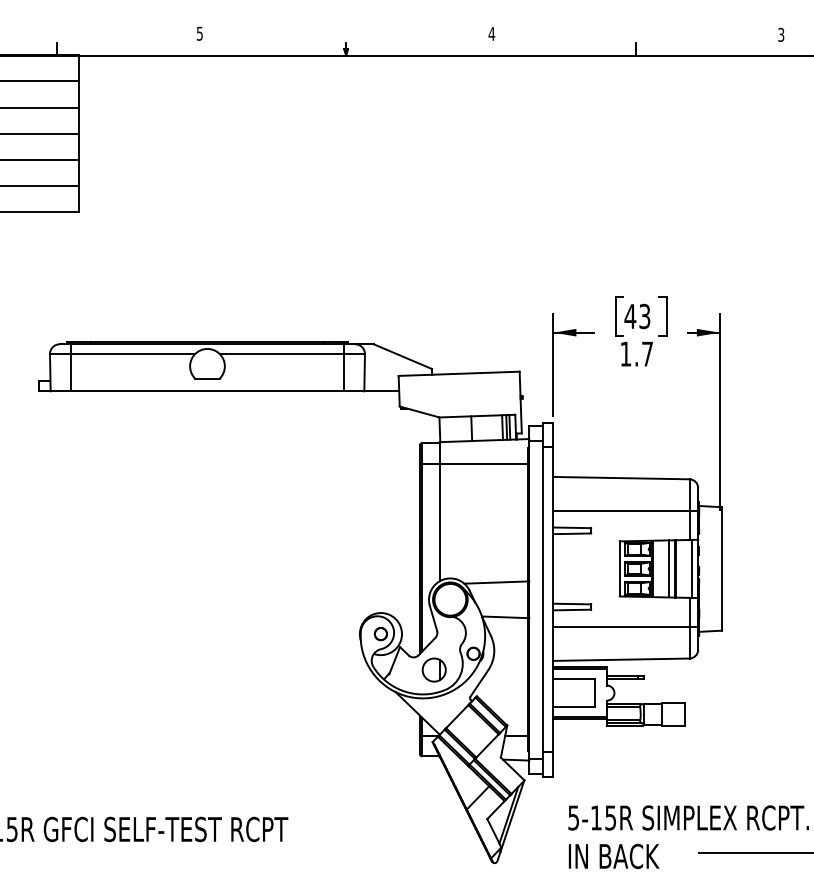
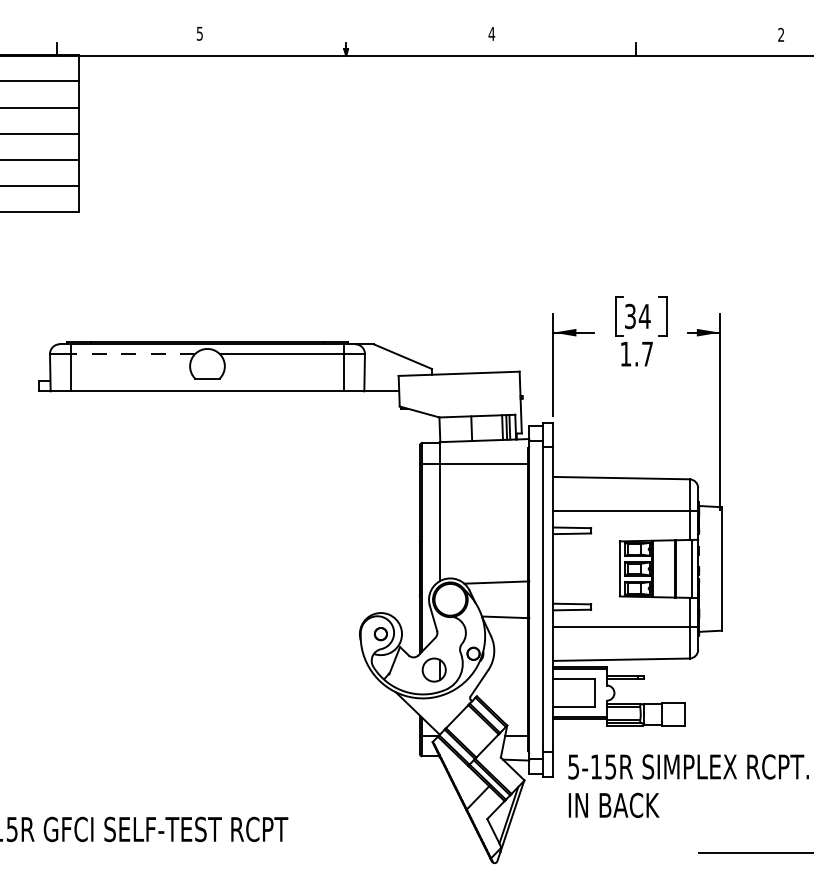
text at (781, 34): 3 -> 2
text at (637, 316): 43 -> 34
line at (133, 354): solid -> dashed
line at (668, 568): present -> none
text at (688, 836) position: (688, 836) -> (688, 785)
